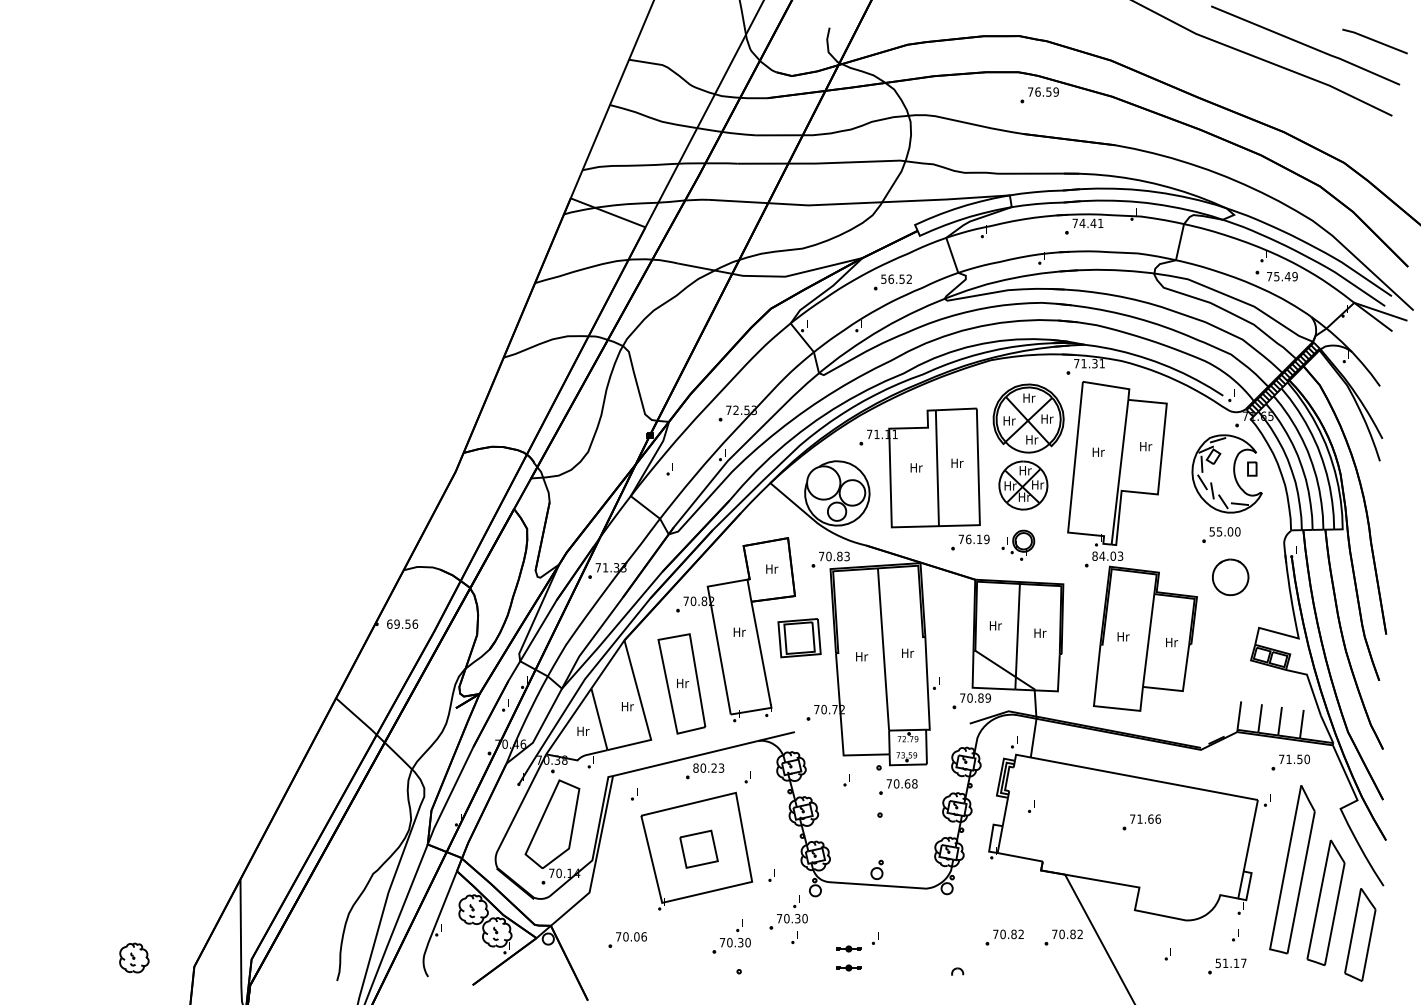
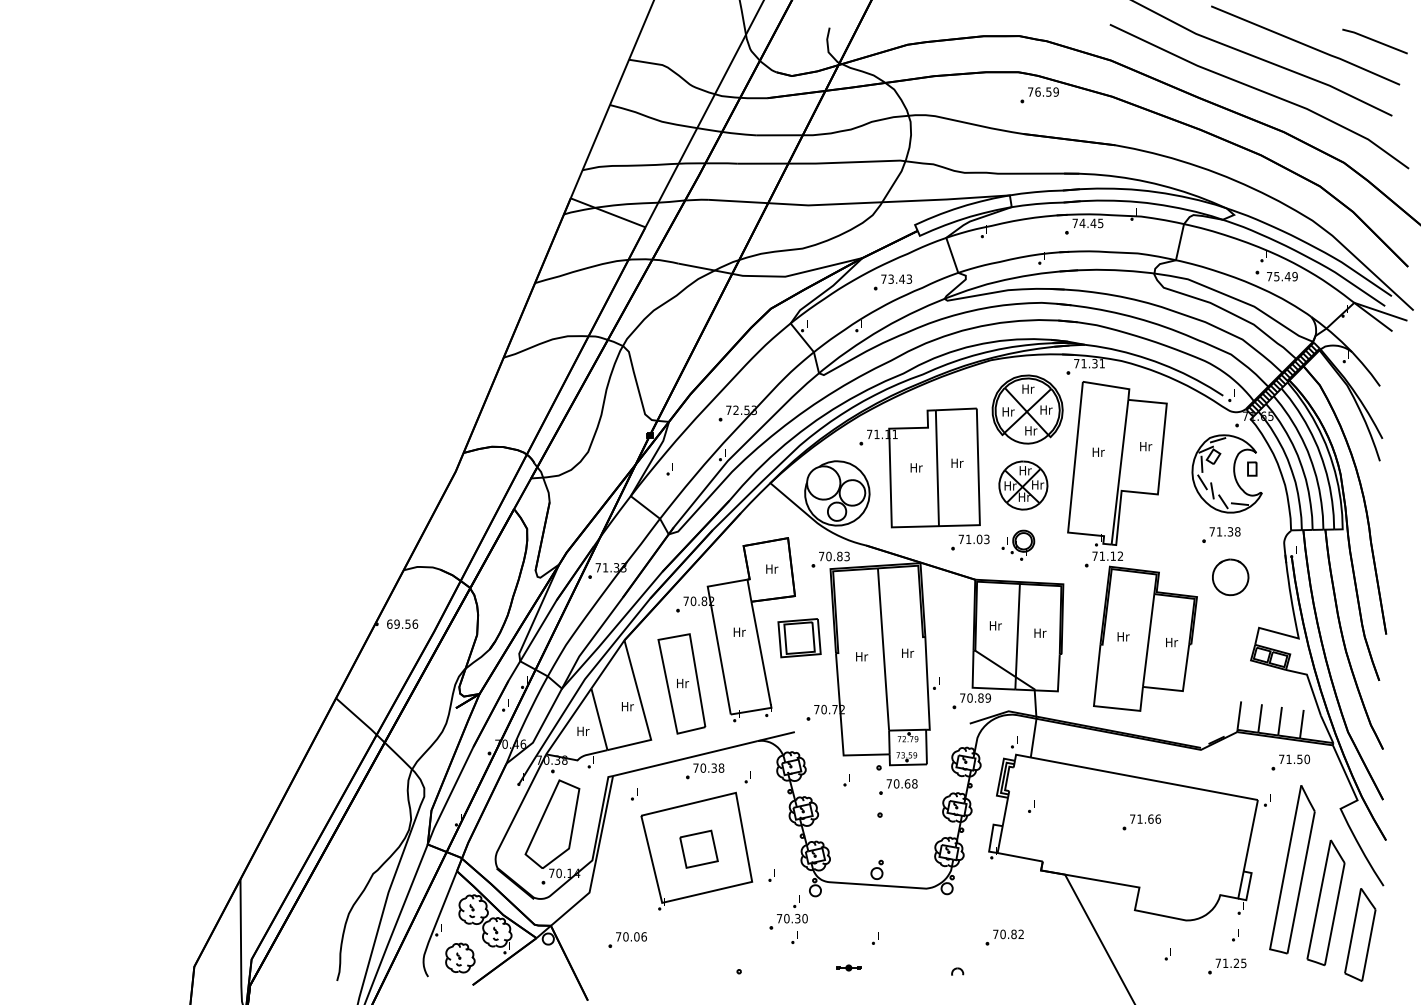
line at (1259, 91): none -> present
text at (1100, 223): 74.41 -> 74.45
text at (896, 278): 56.52 -> 73.43
part at (1028, 418) position: (1028, 418) -> (1027, 409)
text at (1224, 531): 55.00 -> 71.38
text at (977, 539): 76.19 -> 71.03
text at (1107, 555): 84.03 -> 71.12
text at (708, 767): 80.23 -> 70.38
part at (731, 936): present -> none
part at (1063, 937): present -> none
part at (848, 948): present -> none
part at (134, 957) position: (134, 957) -> (460, 957)
text at (1230, 963): 51.17 -> 71.25
